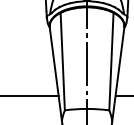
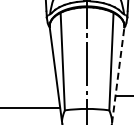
line at (118, 74): solid -> dashed
line at (30, 95) position: (30, 95) -> (30, 107)
